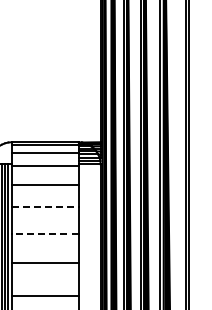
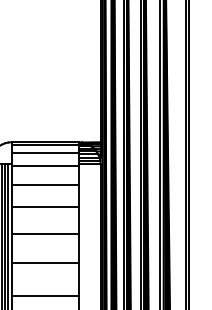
line at (45, 207): dashed -> solid
line at (44, 233): dashed -> solid
